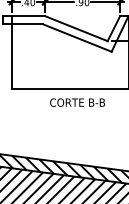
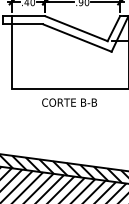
text at (77, 102) position: (77, 102) -> (69, 102)
